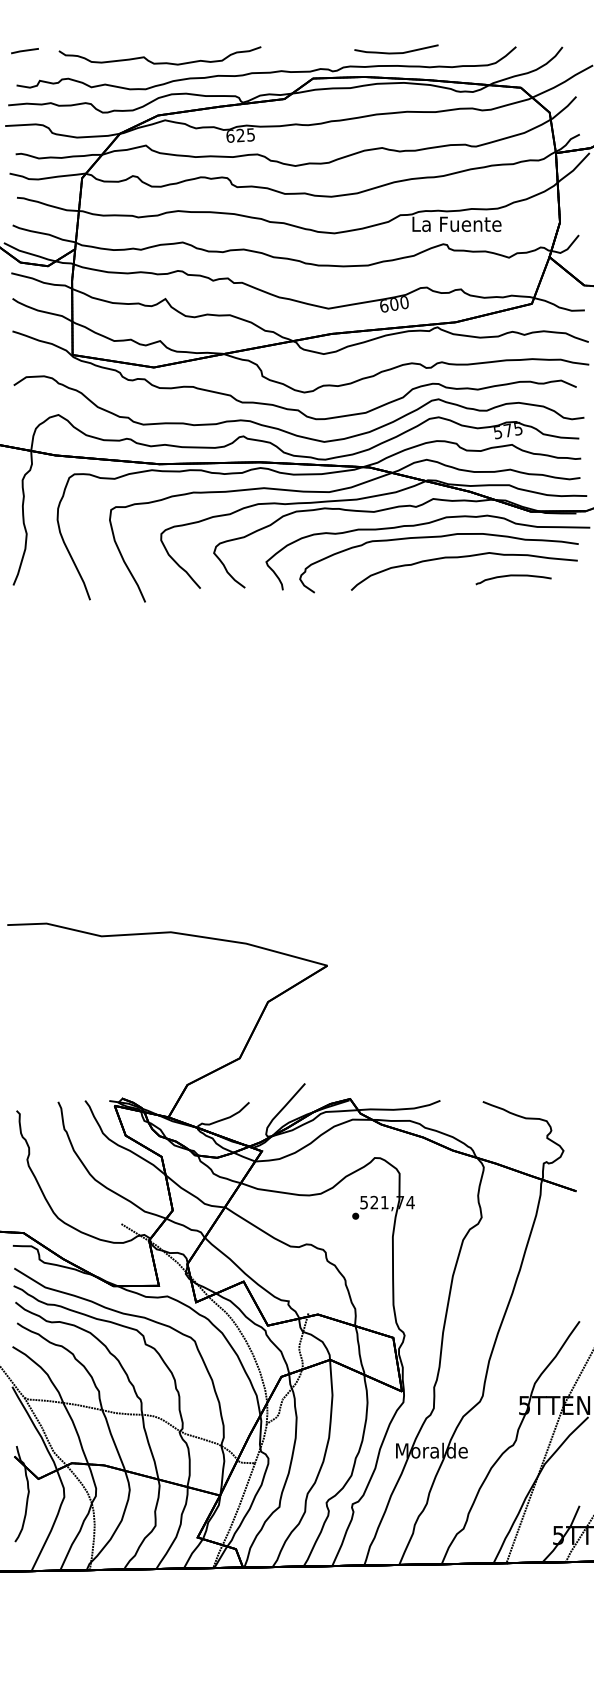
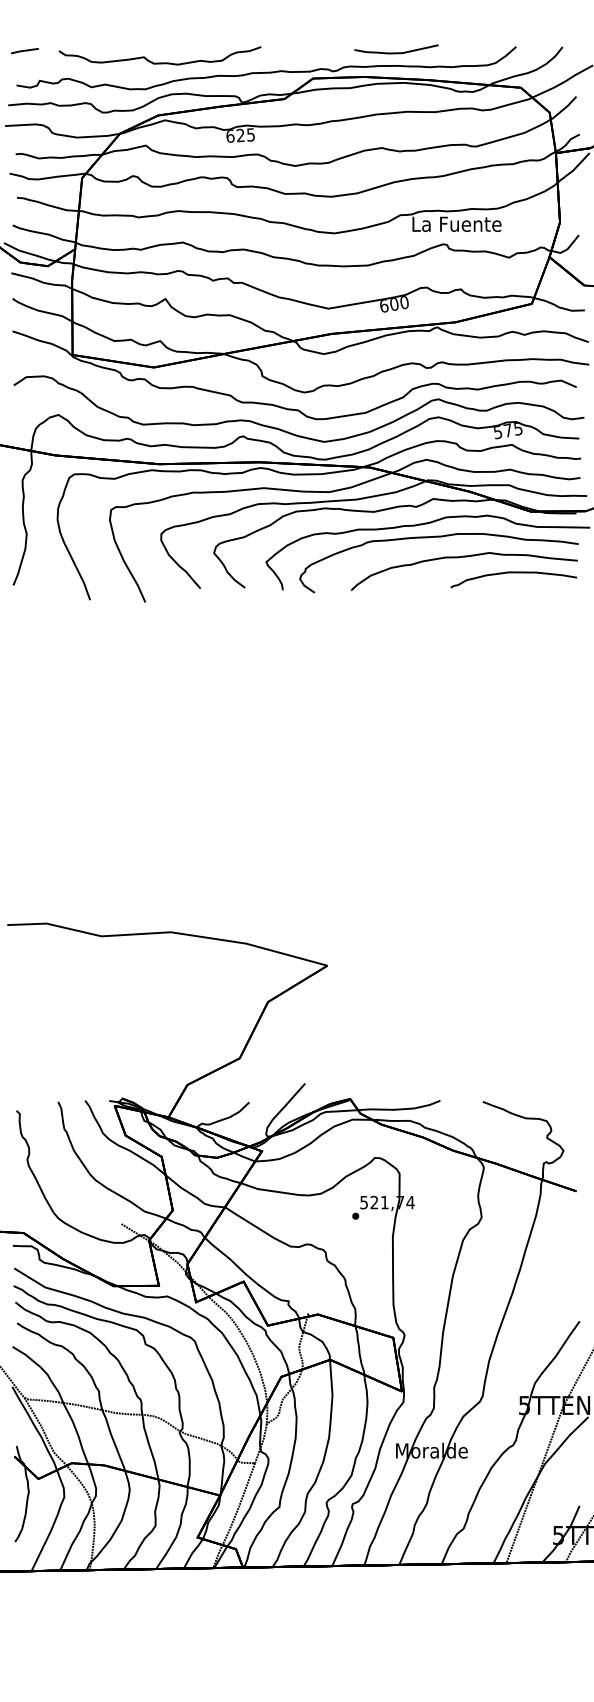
part at (513, 579) size: 77x12 px -> 127x18 px
